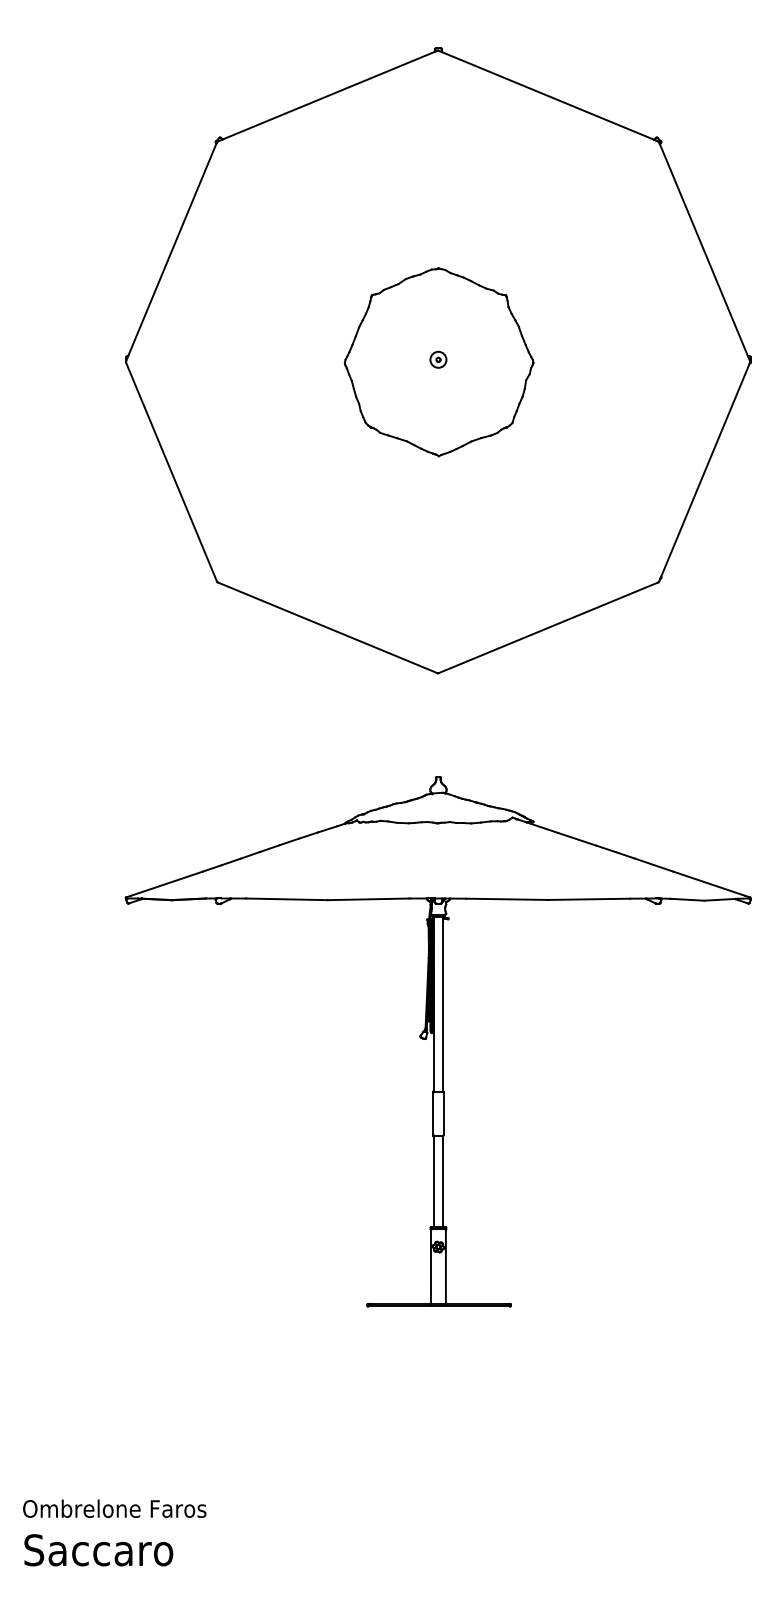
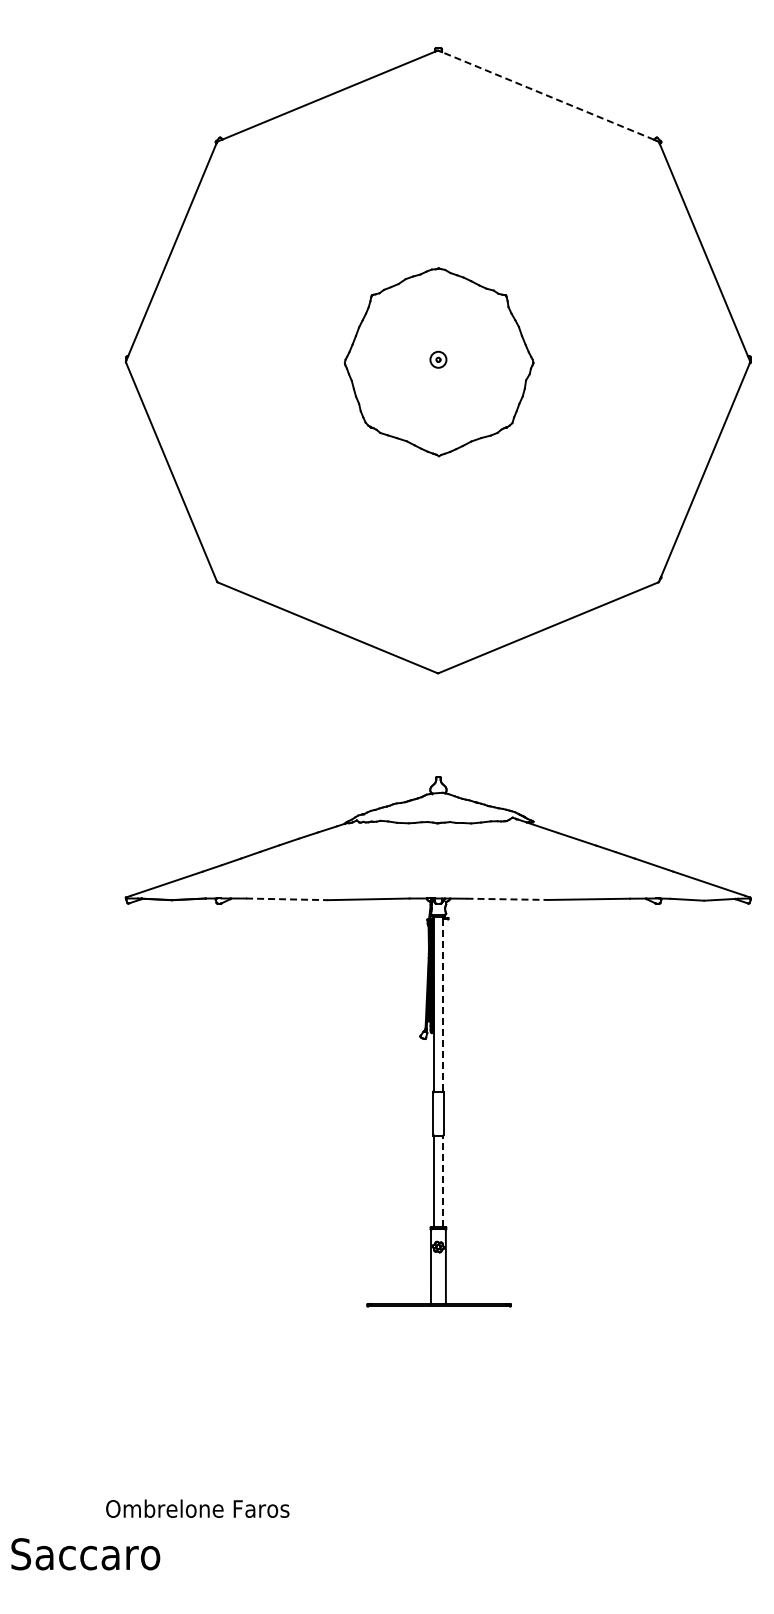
line at (548, 95): solid -> dashed
line at (286, 899): solid -> dashed
line at (507, 899): solid -> dashed
line at (443, 1006): solid -> dashed
line at (443, 1181): solid -> dashed
text at (114, 1508) position: (114, 1508) -> (197, 1508)
text at (98, 1550) position: (98, 1550) -> (85, 1554)
